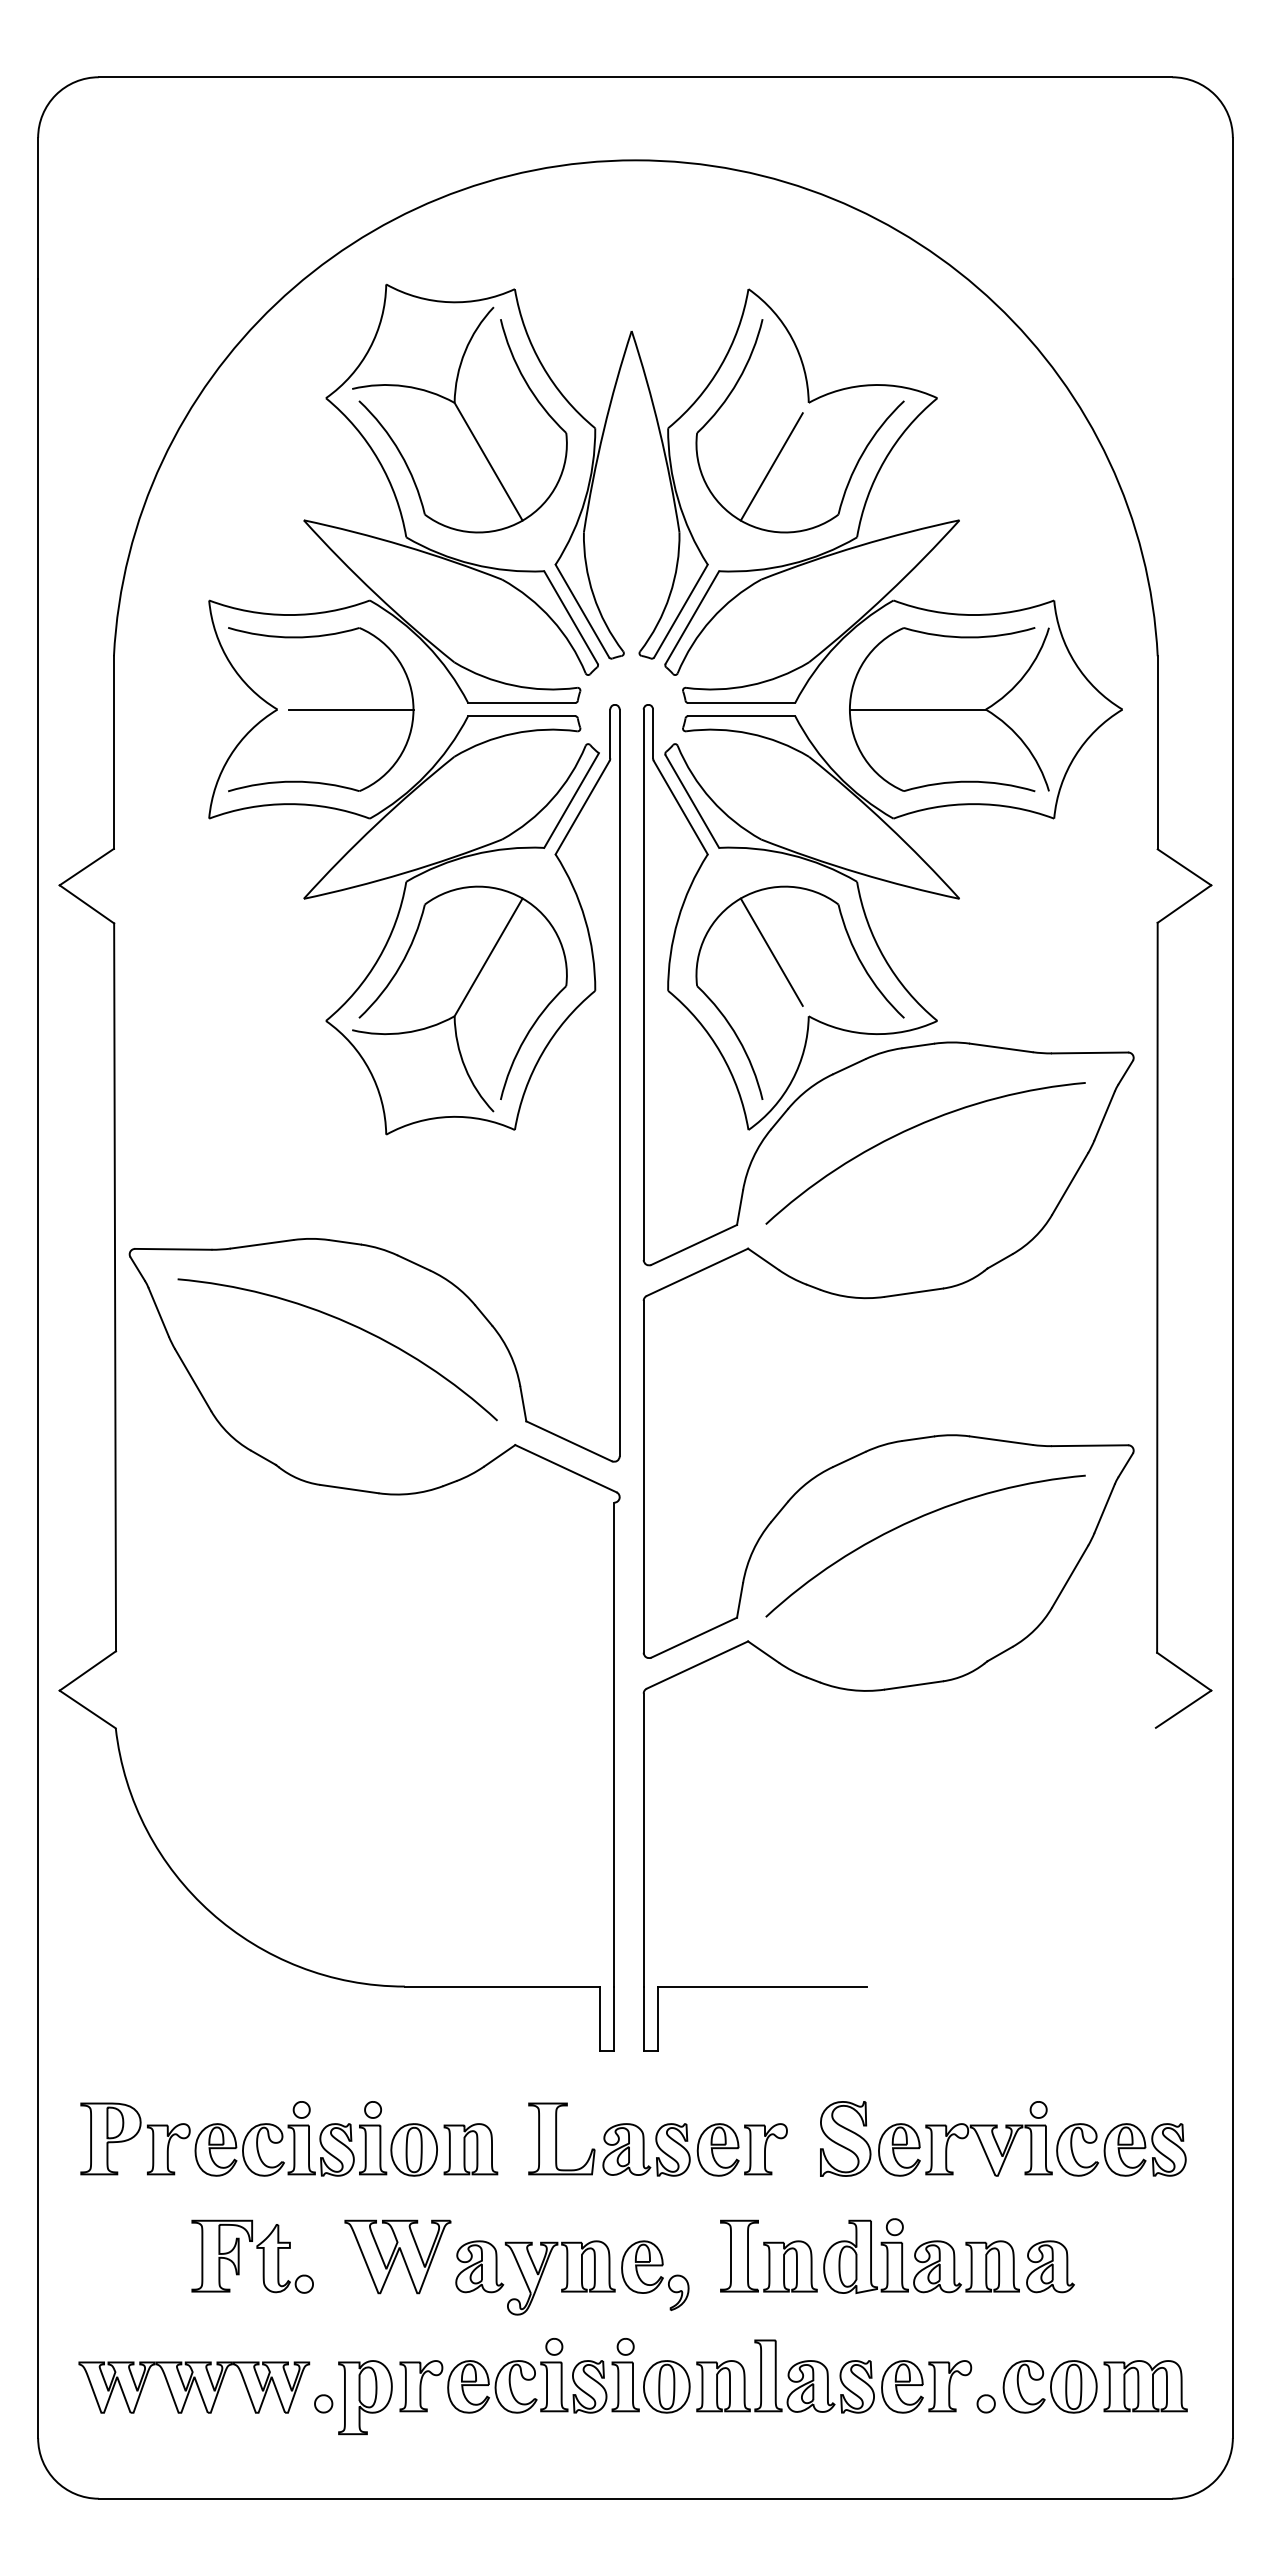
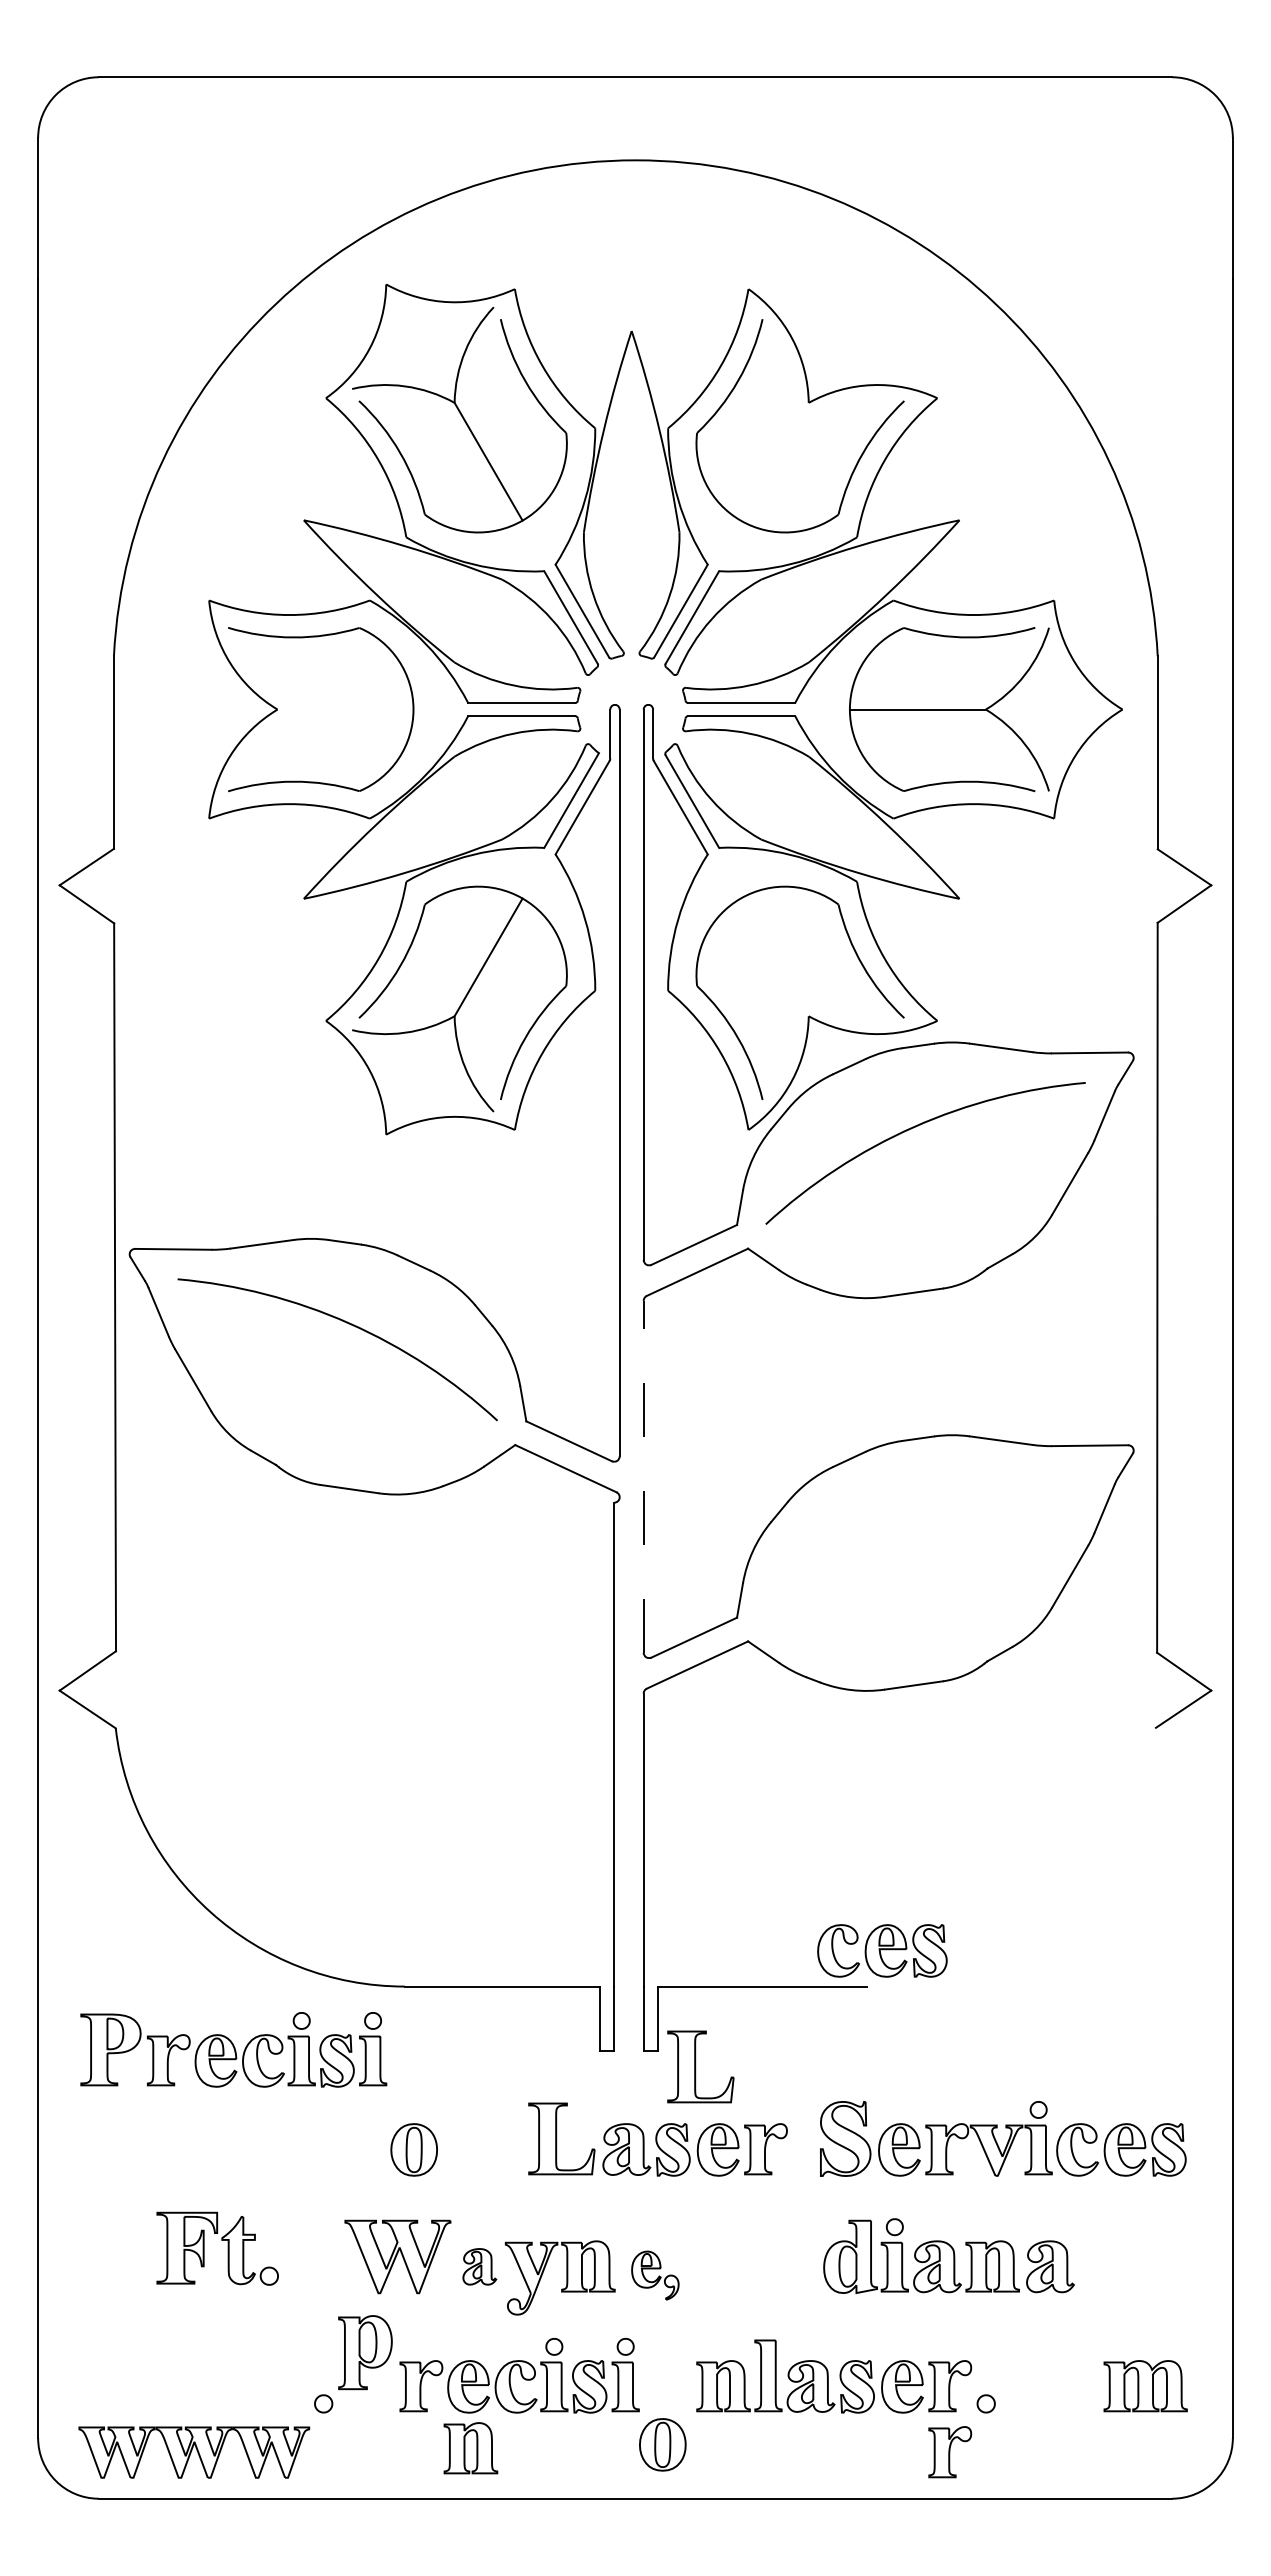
line at (771, 466): present -> none
line at (351, 709): present -> none
line at (771, 951): present -> none
line at (643, 1476): solid -> dashed
arc at (913, 1521): present -> none
part at (882, 1950): none -> present
part at (700, 2066): none -> present
part at (233, 2138) position: (233, 2138) -> (233, 2049)
part at (470, 2149) position: (470, 2149) -> (470, 2448)
part at (256, 2248) position: (256, 2248) -> (221, 2240)
part at (768, 2255): present -> none
part at (479, 2266) size: 50x54 px -> 36x38 px
part at (655, 2275) size: 69x71 px -> 49x51 px
part at (666, 2386) position: (666, 2386) -> (662, 2444)
part at (1049, 2386): present -> none
part at (194, 2387) position: (194, 2387) -> (194, 2452)
part at (365, 2397) position: (365, 2397) -> (365, 2352)
part at (950, 2452): none -> present
